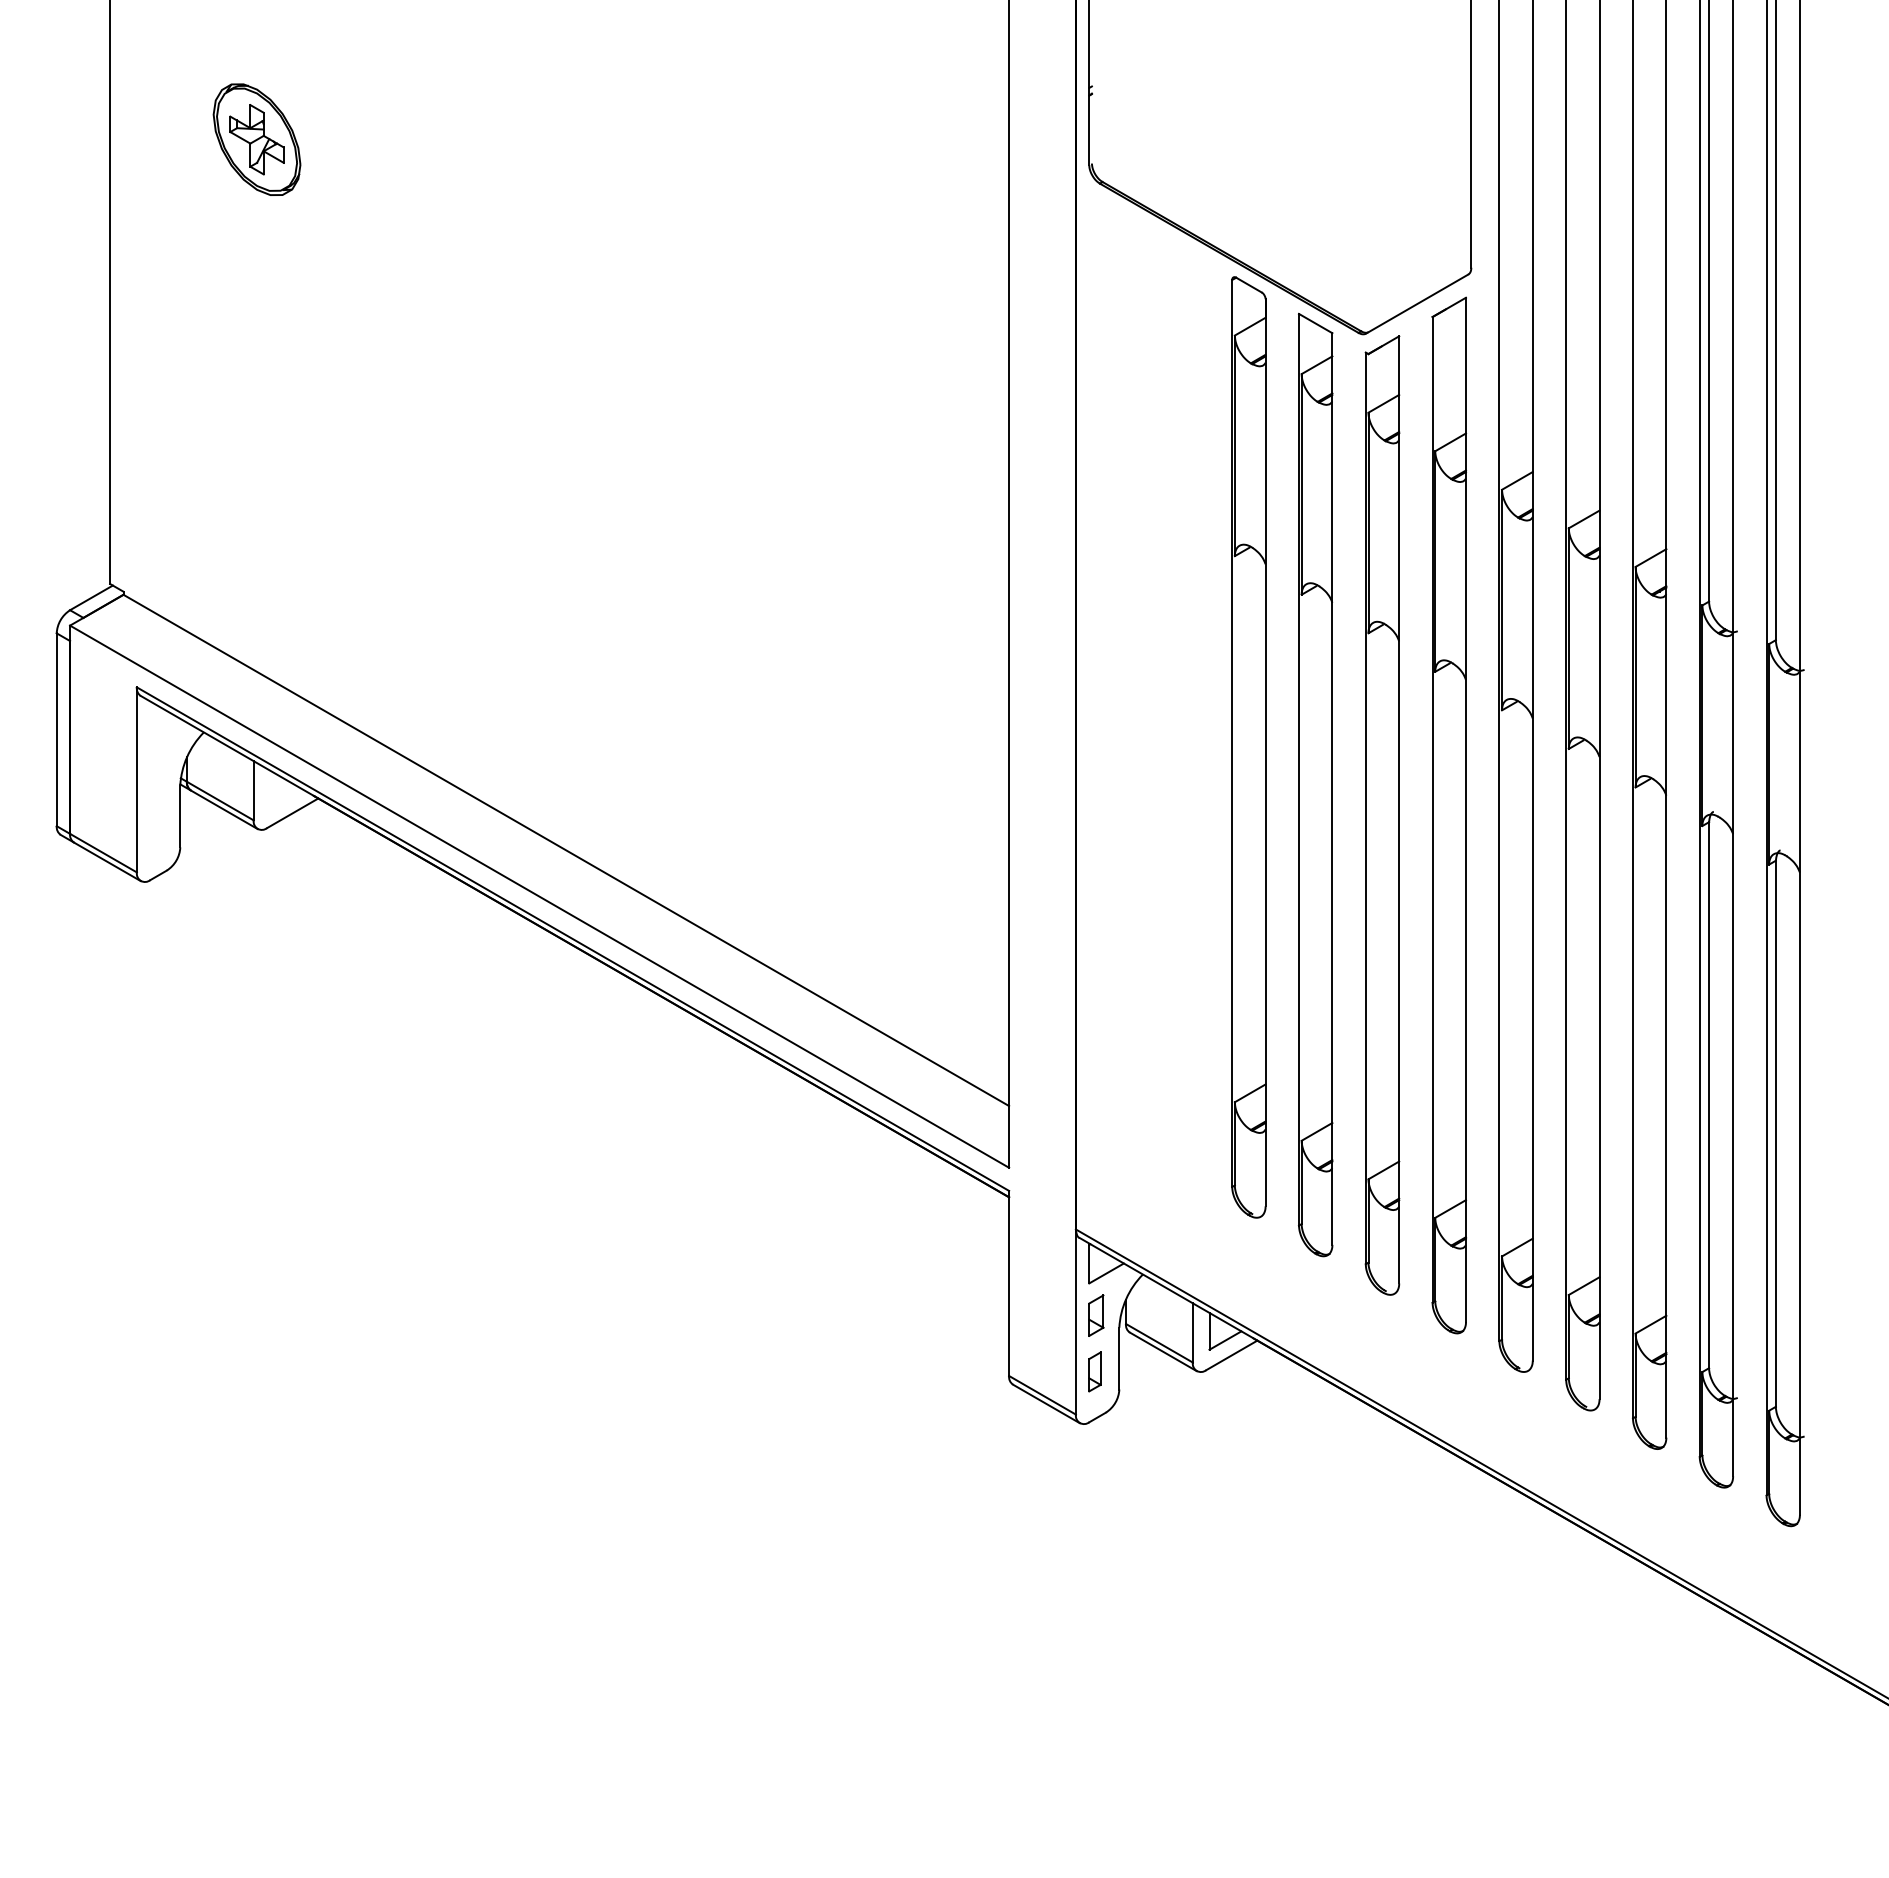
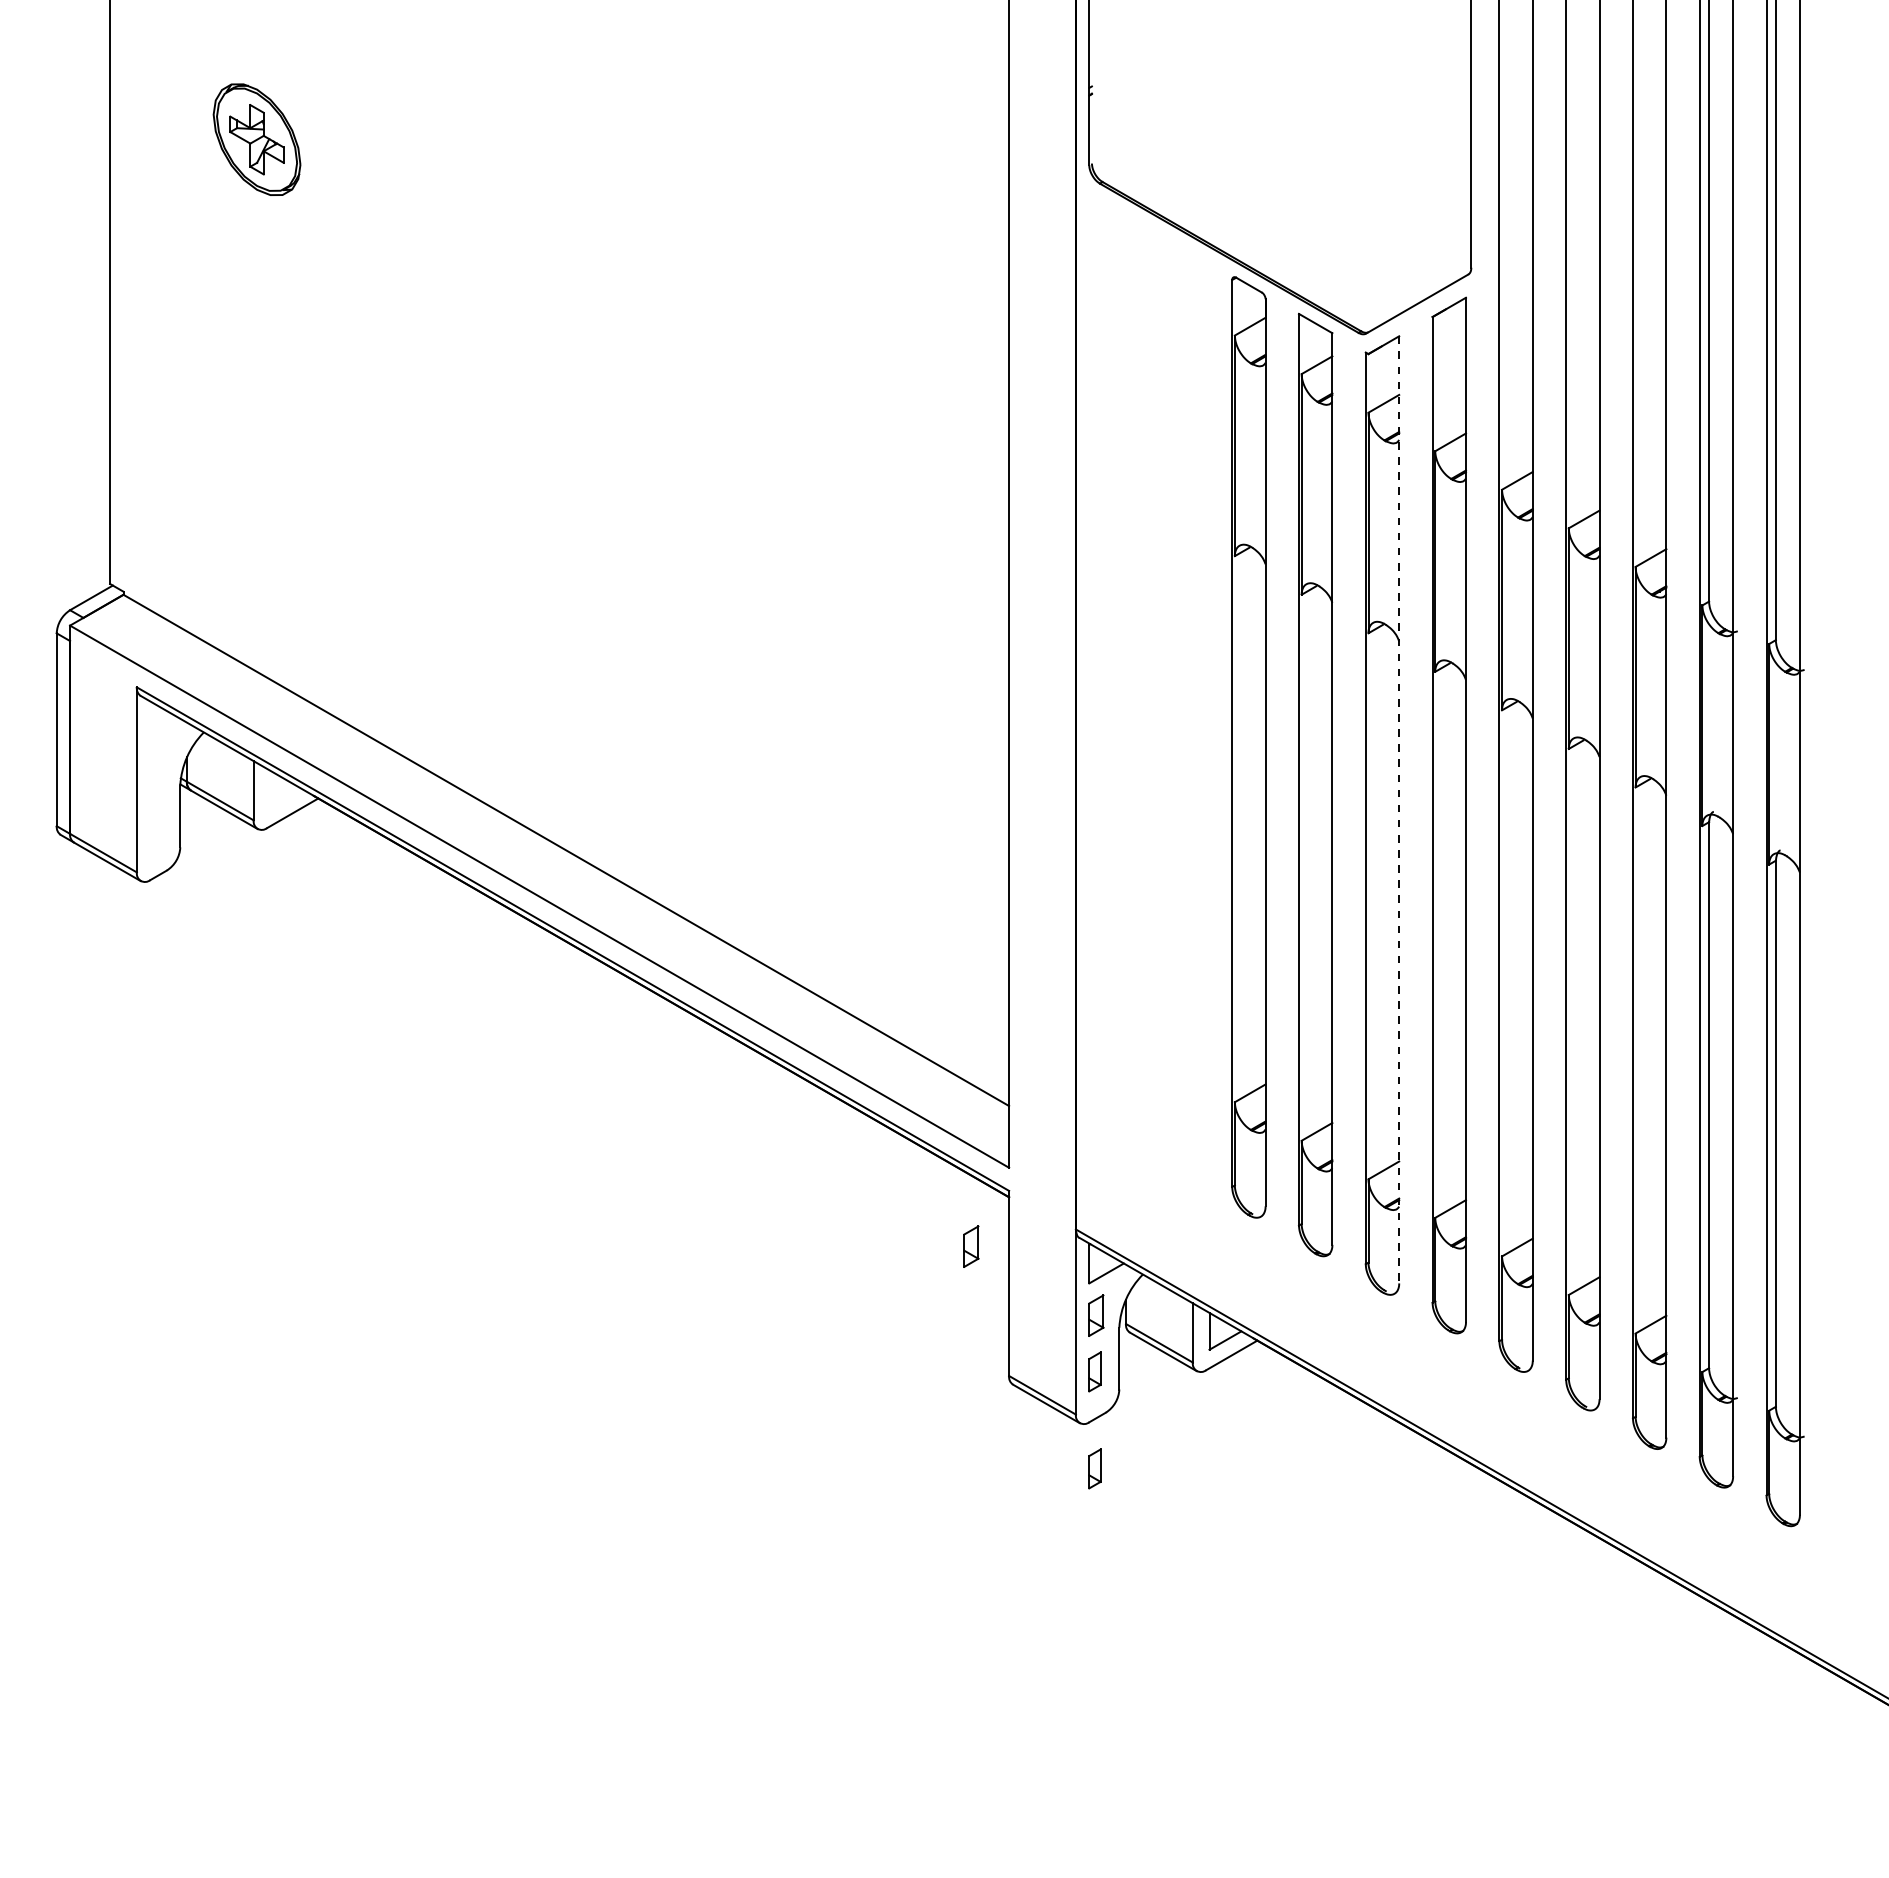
line at (1399, 809): solid -> dashed
part at (971, 1246): none -> present
part at (1094, 1468): none -> present
